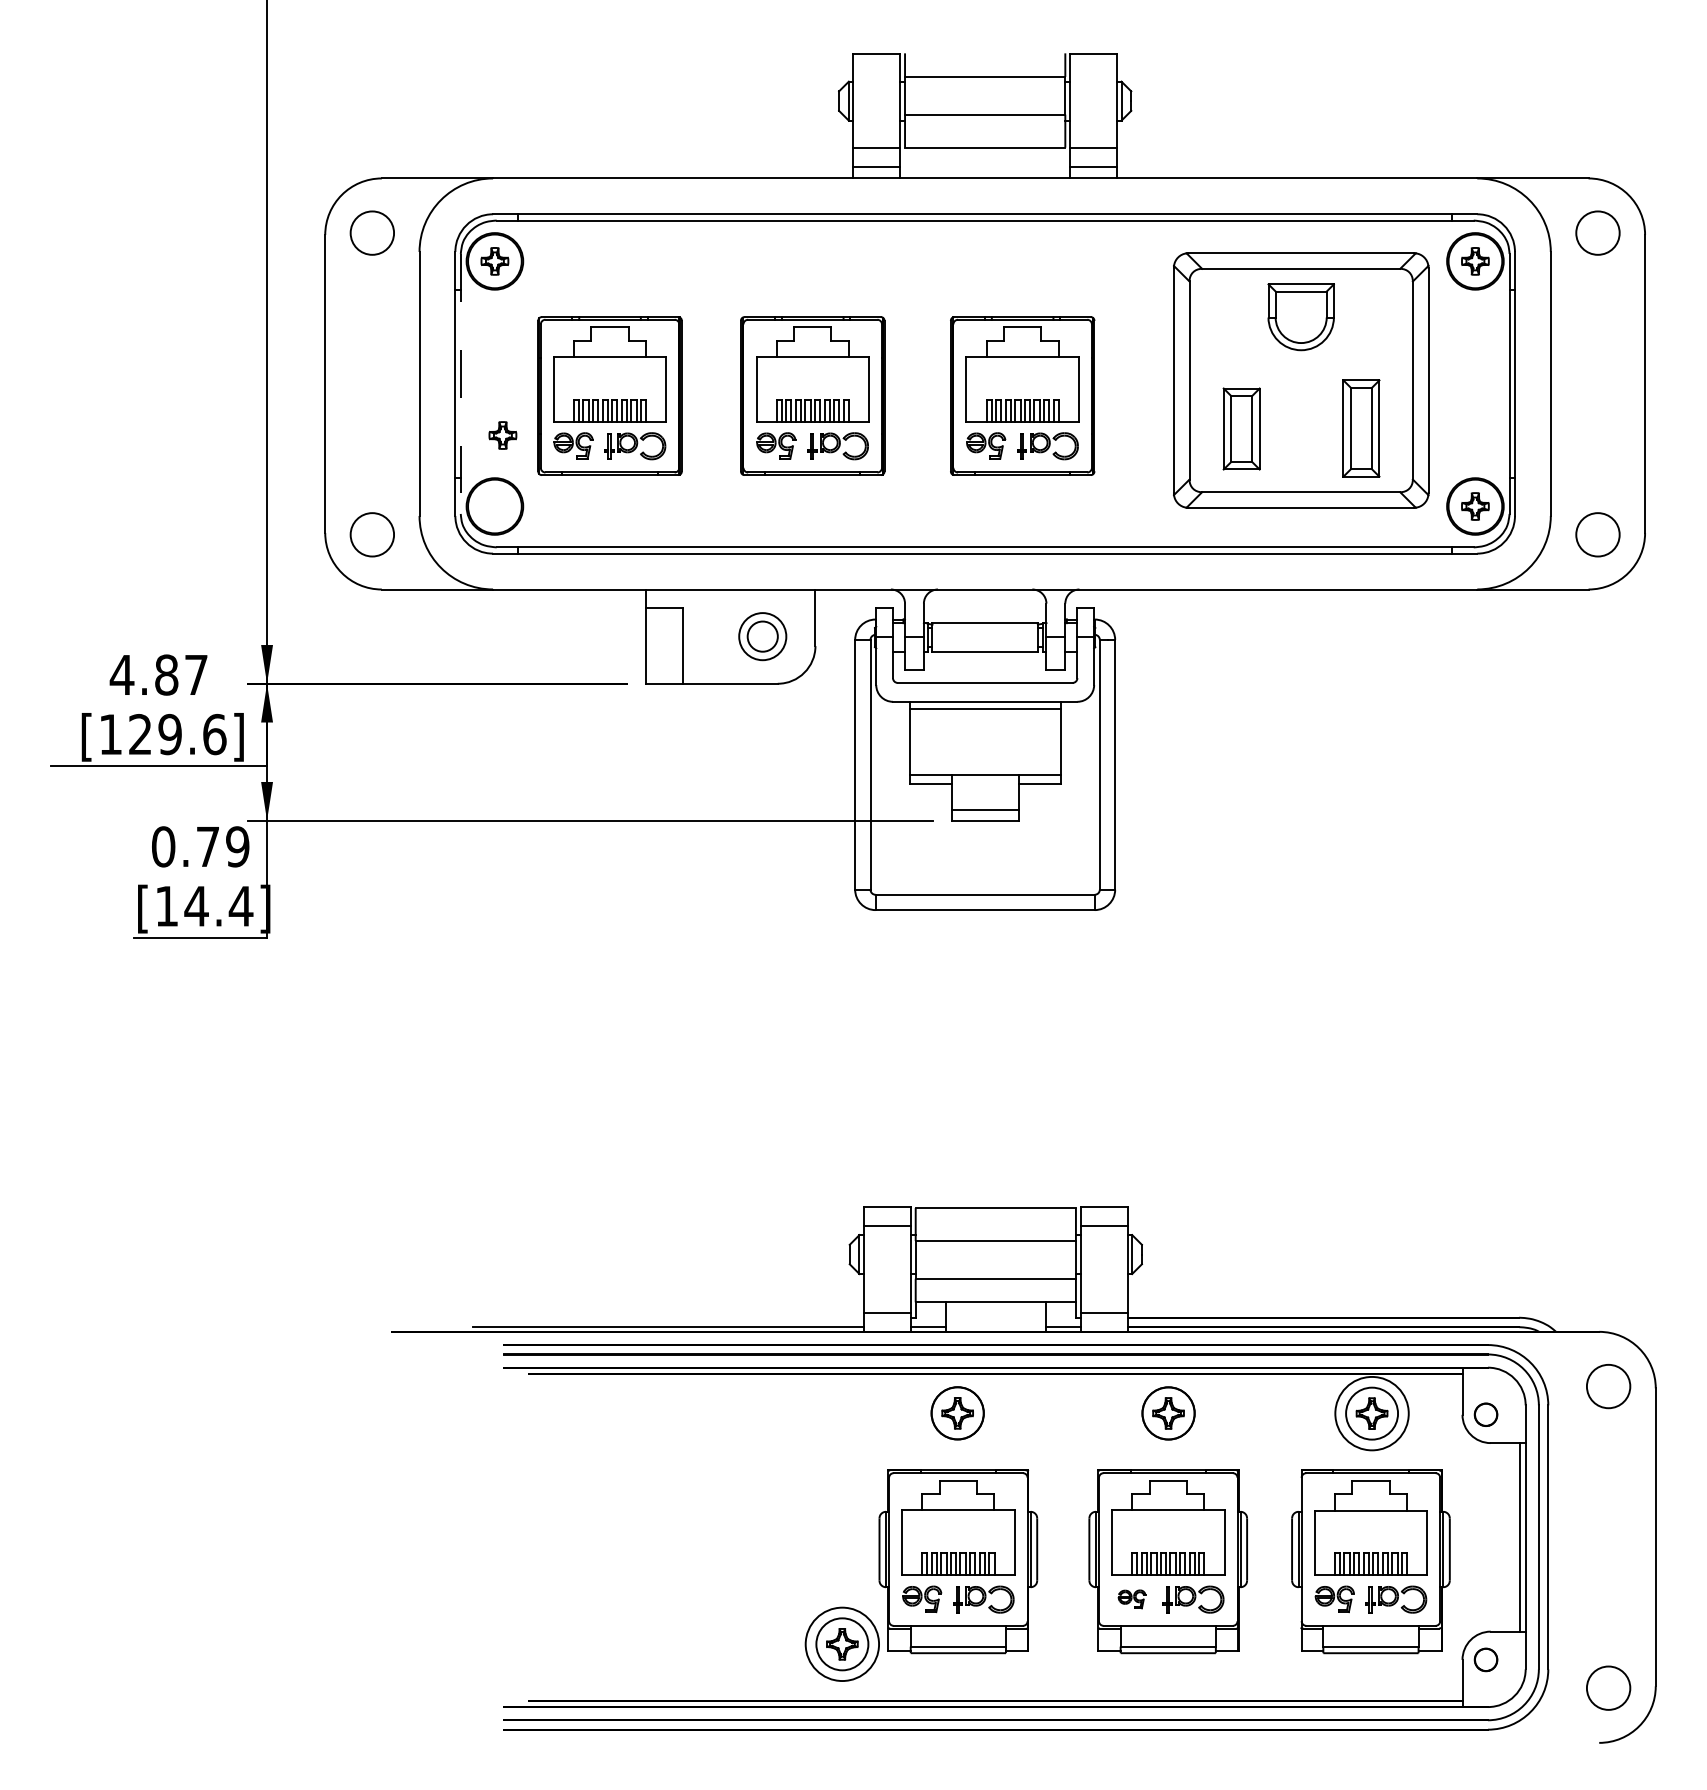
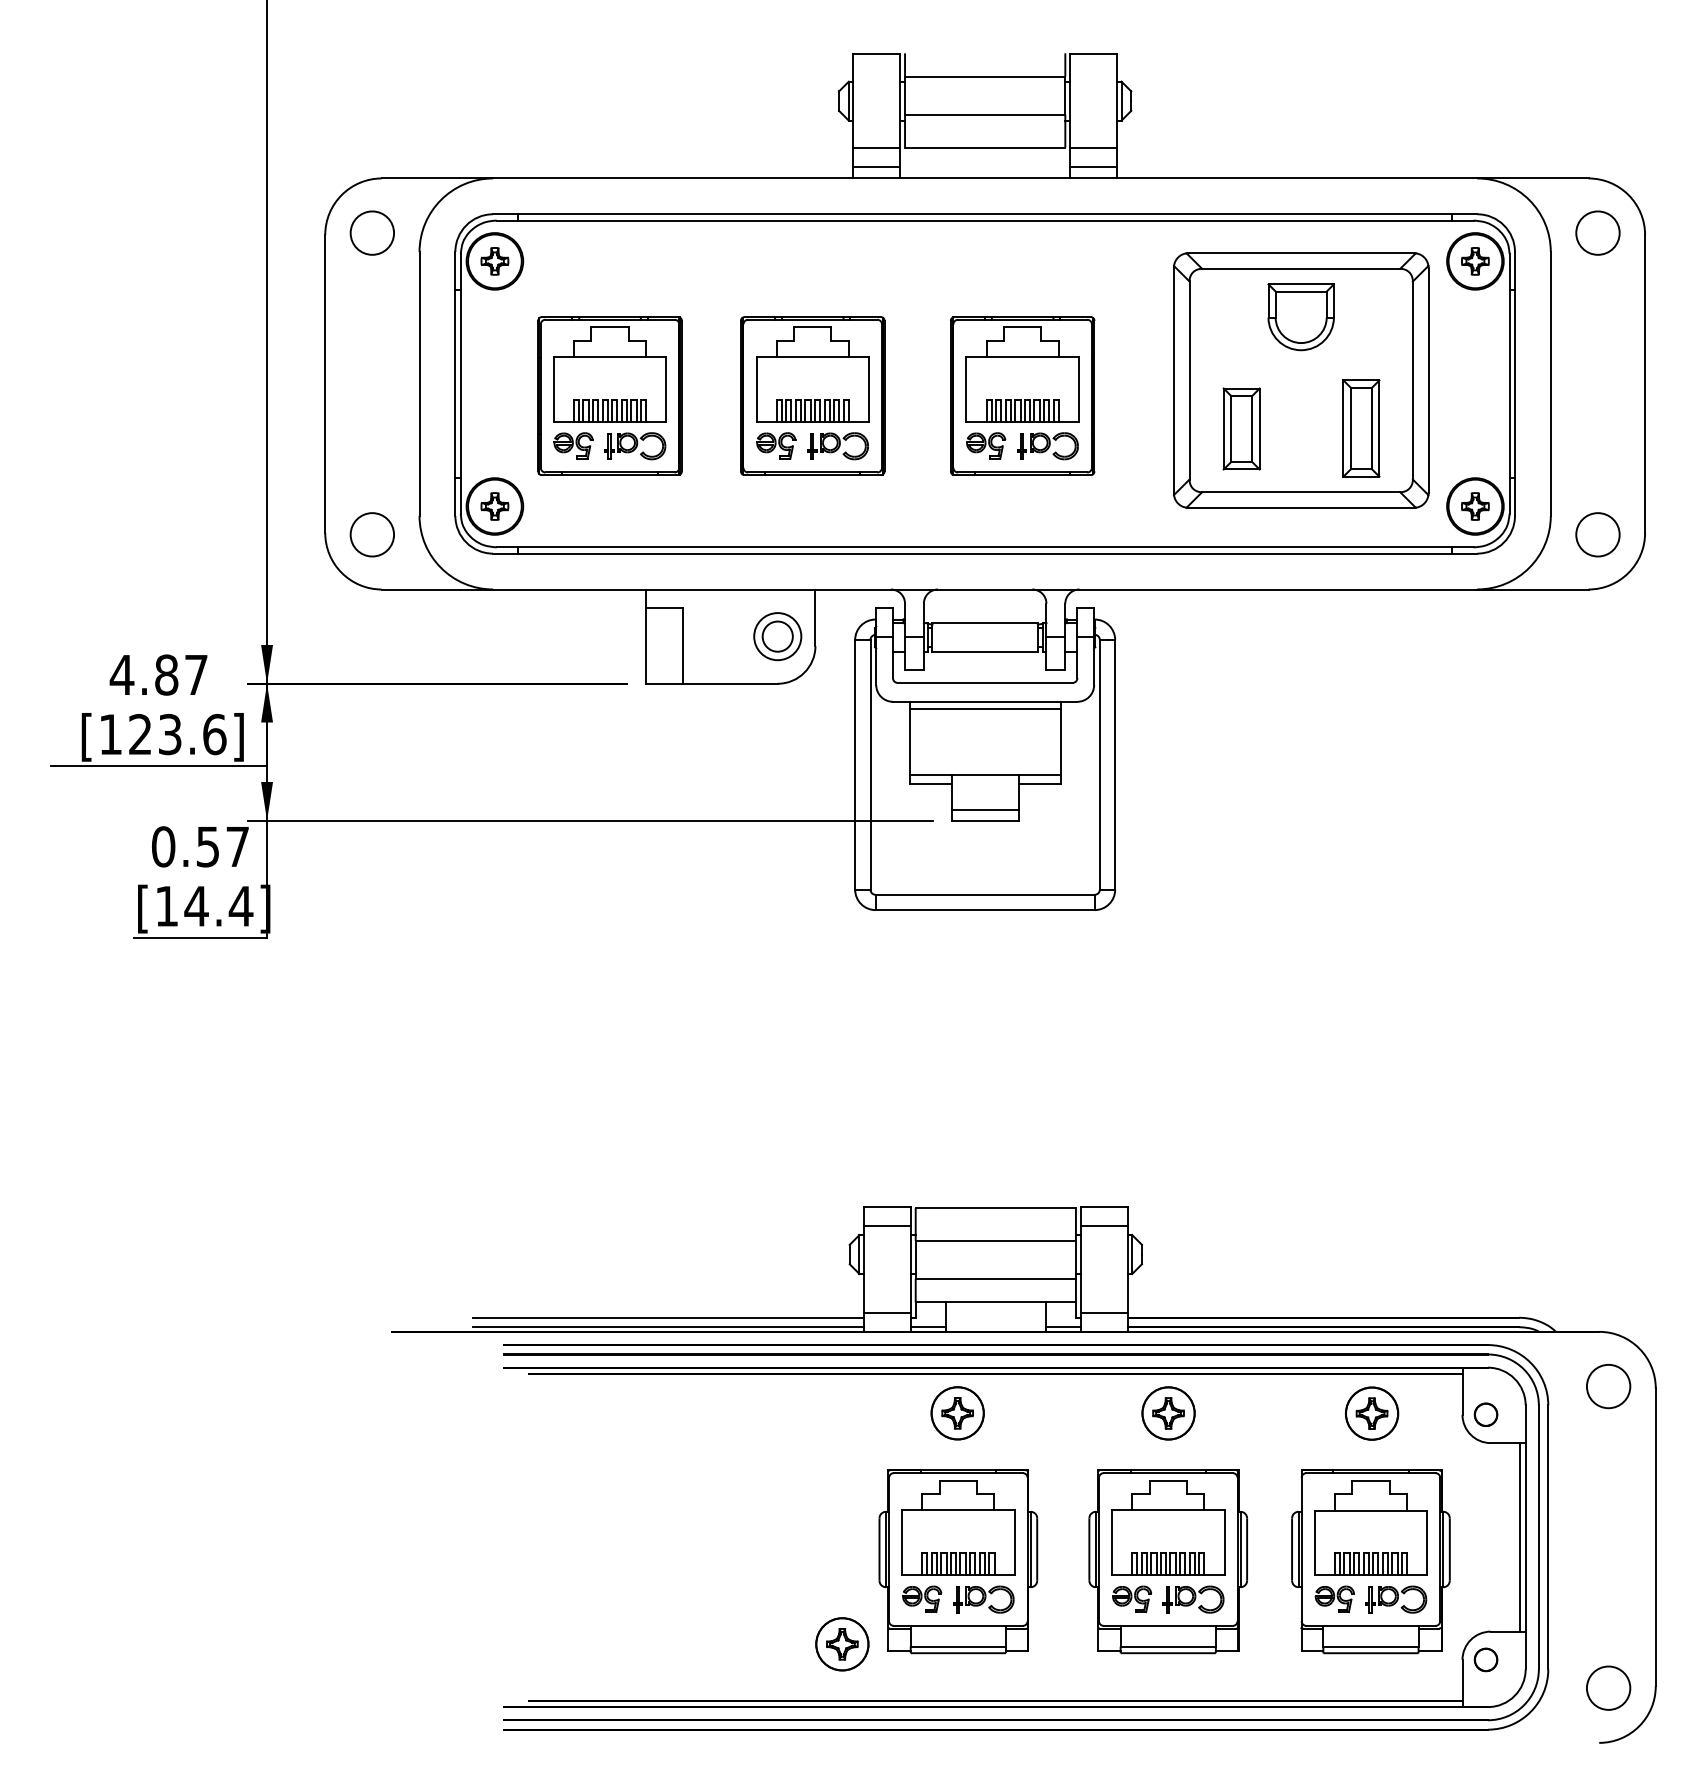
line at (460, 383): dashed -> solid
part at (502, 435) position: (502, 435) -> (494, 506)
part at (762, 636) position: (762, 636) -> (777, 636)
text at (169, 734): [129.6] -> [123.6]
text at (223, 846): 0.79 -> 0.57
line at (667, 1317): none -> present
circle at (1371, 1413) diameter: 73 px -> 52 px
part at (1131, 1599) size: 30x21 px -> 40x29 px
circle at (842, 1644) diameter: 73 px -> 52 px
